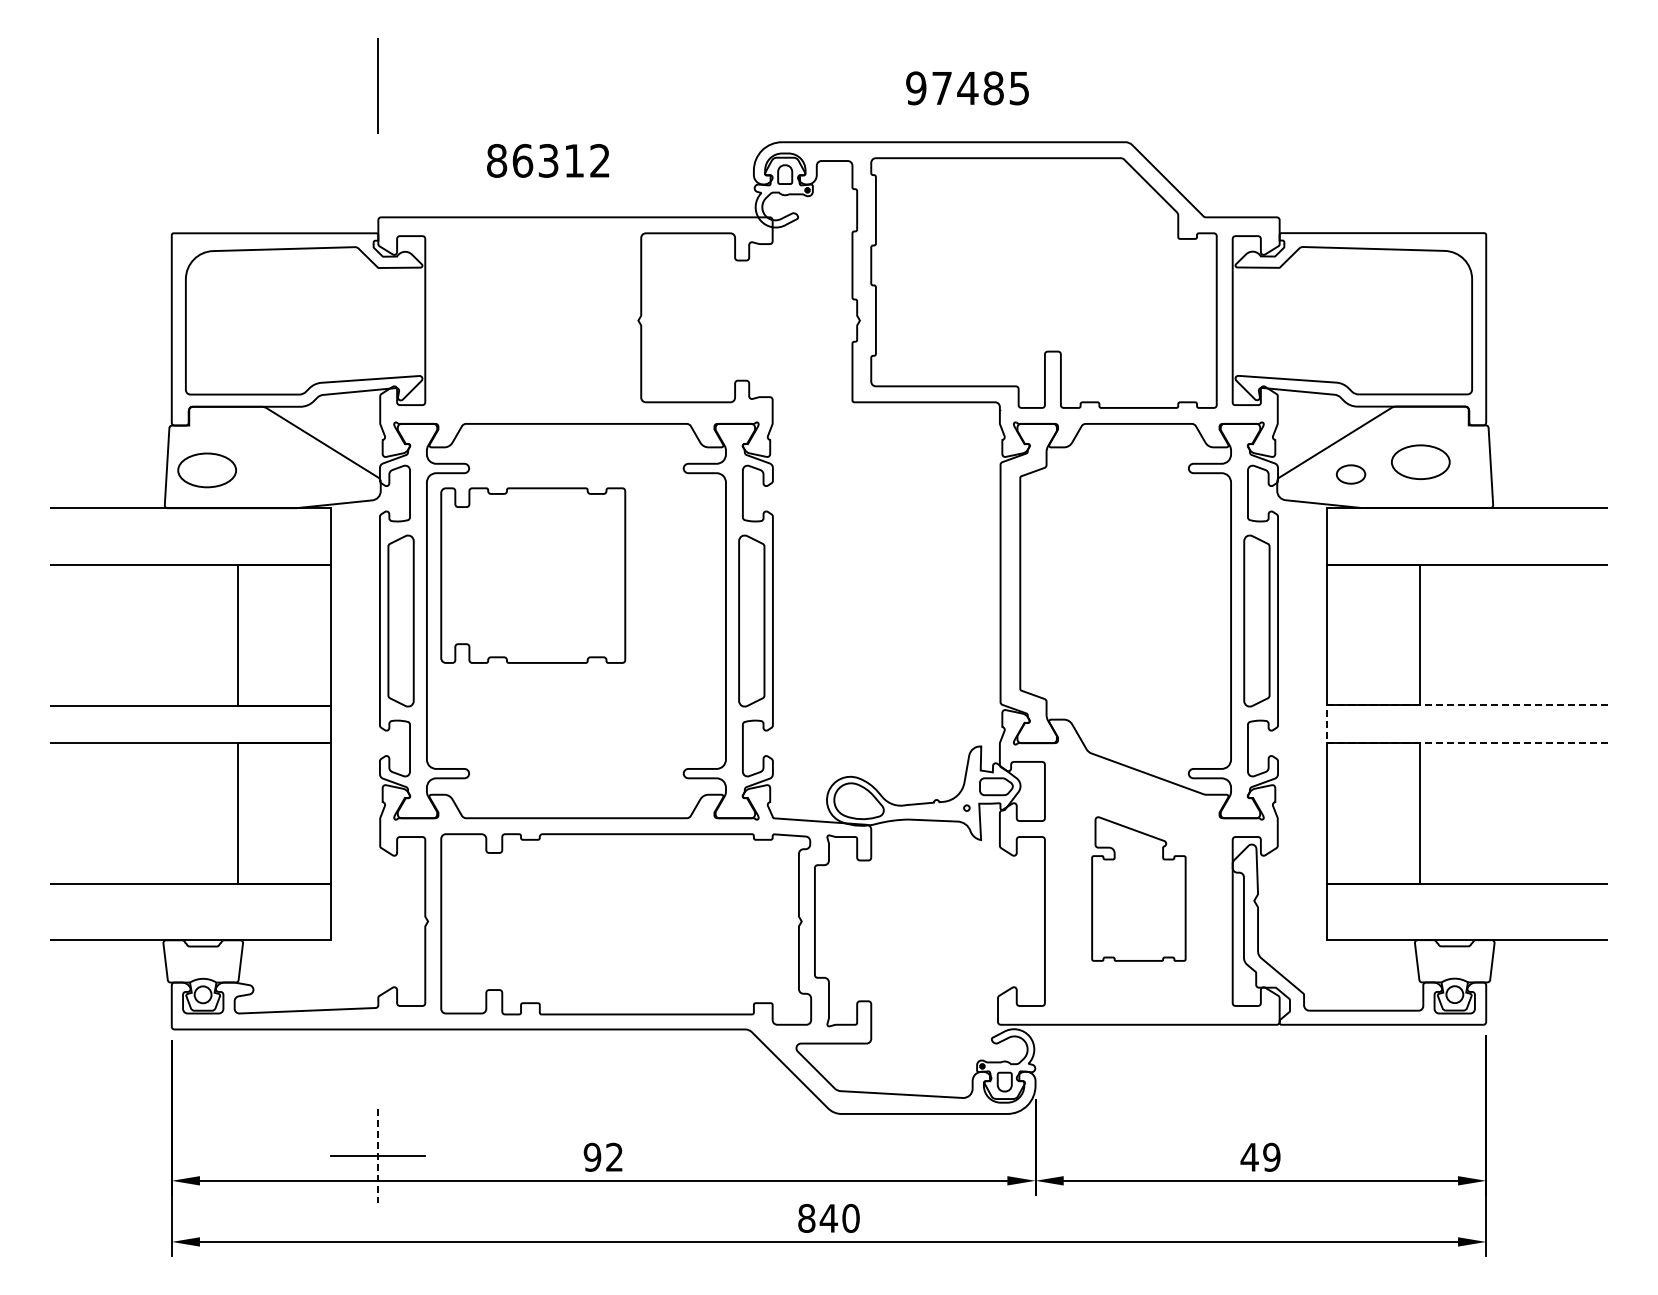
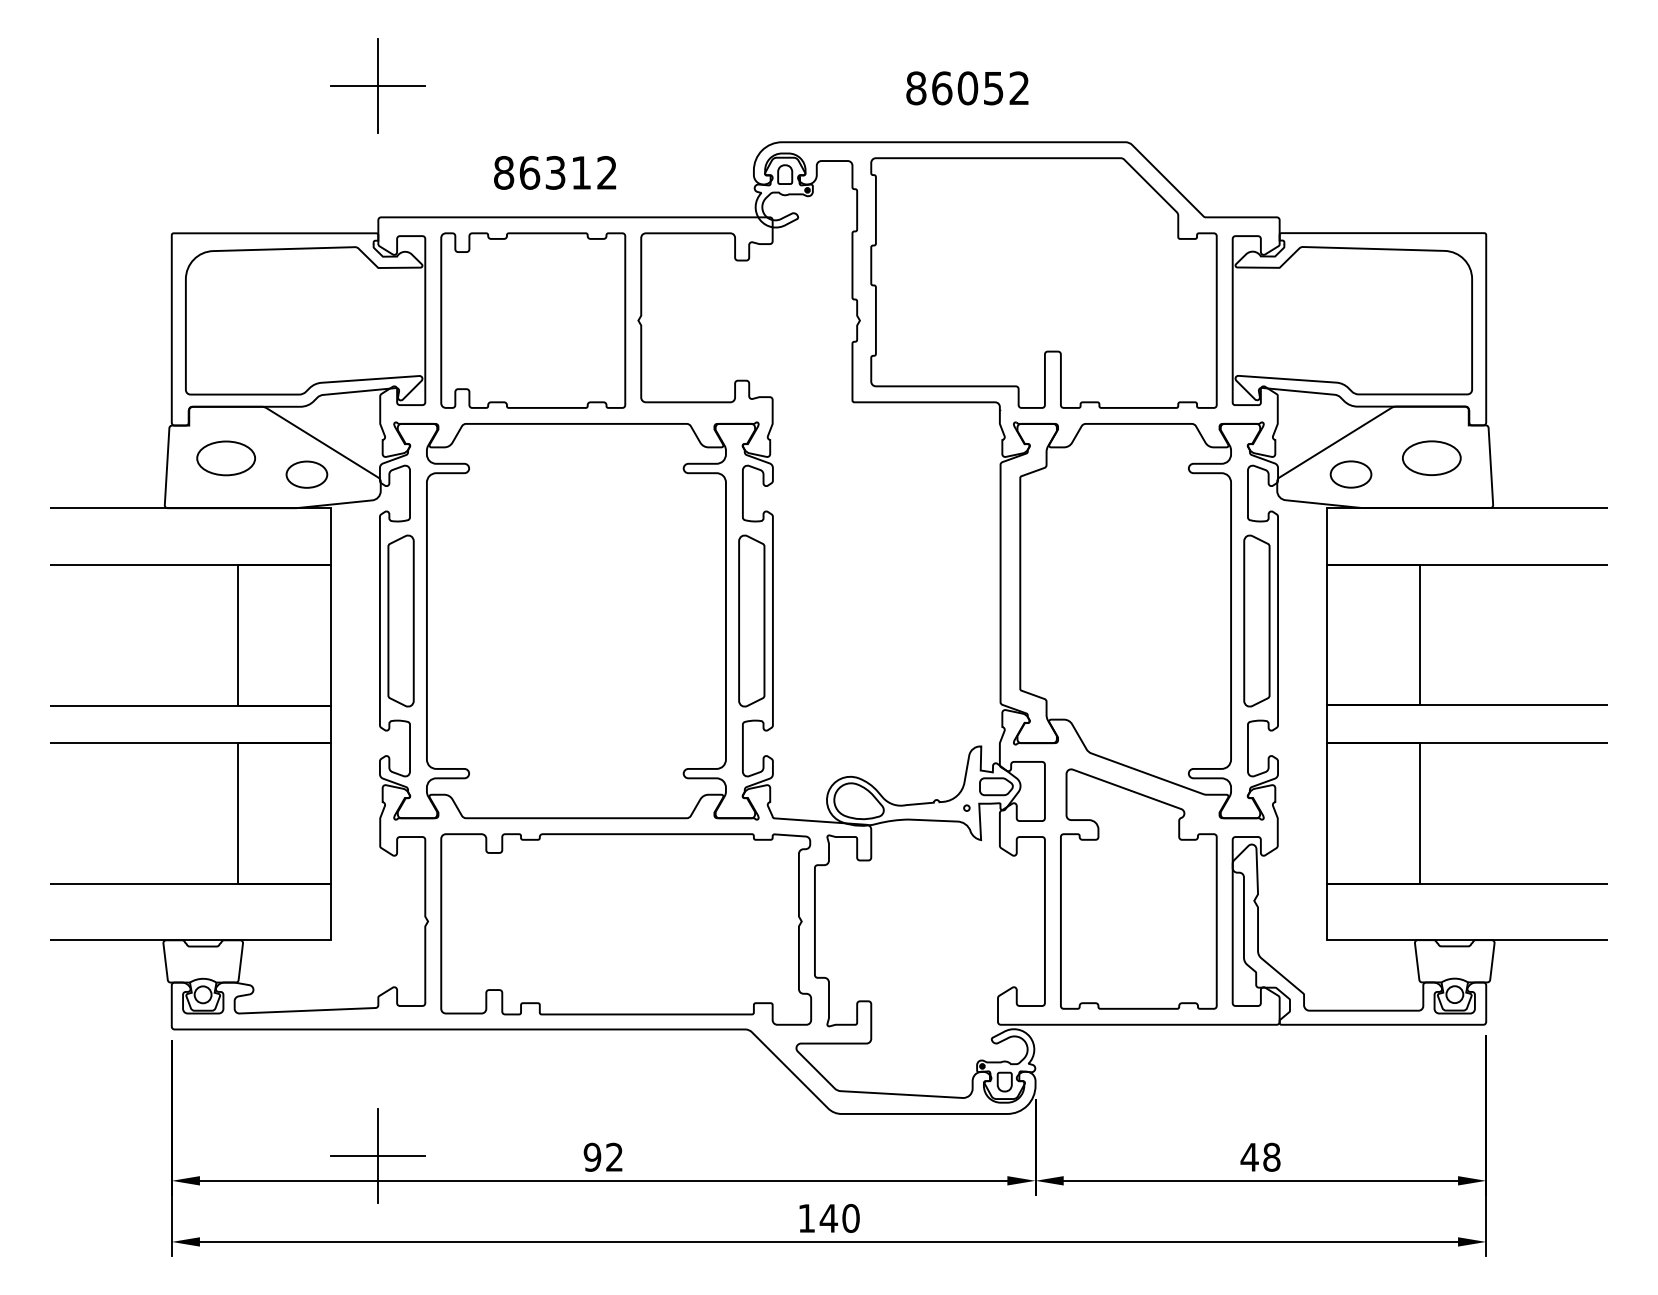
line at (378, 85): none -> present
text at (967, 88): 97485 -> 86052
text at (548, 160) position: (548, 160) -> (555, 172)
part at (1420, 461) position: (1420, 461) -> (1431, 457)
part at (206, 470) position: (206, 470) -> (225, 458)
part at (306, 474): none -> present
part at (1350, 474) size: 32x21 px -> 44x29 px
part at (533, 575) position: (533, 575) -> (533, 320)
line at (1326, 724): dashed -> solid
part at (1138, 888) size: 96x146 px -> 158x242 px
line at (378, 1156): dashed -> solid
text at (1271, 1156): 49 -> 48
text at (806, 1218): 840 -> 140
